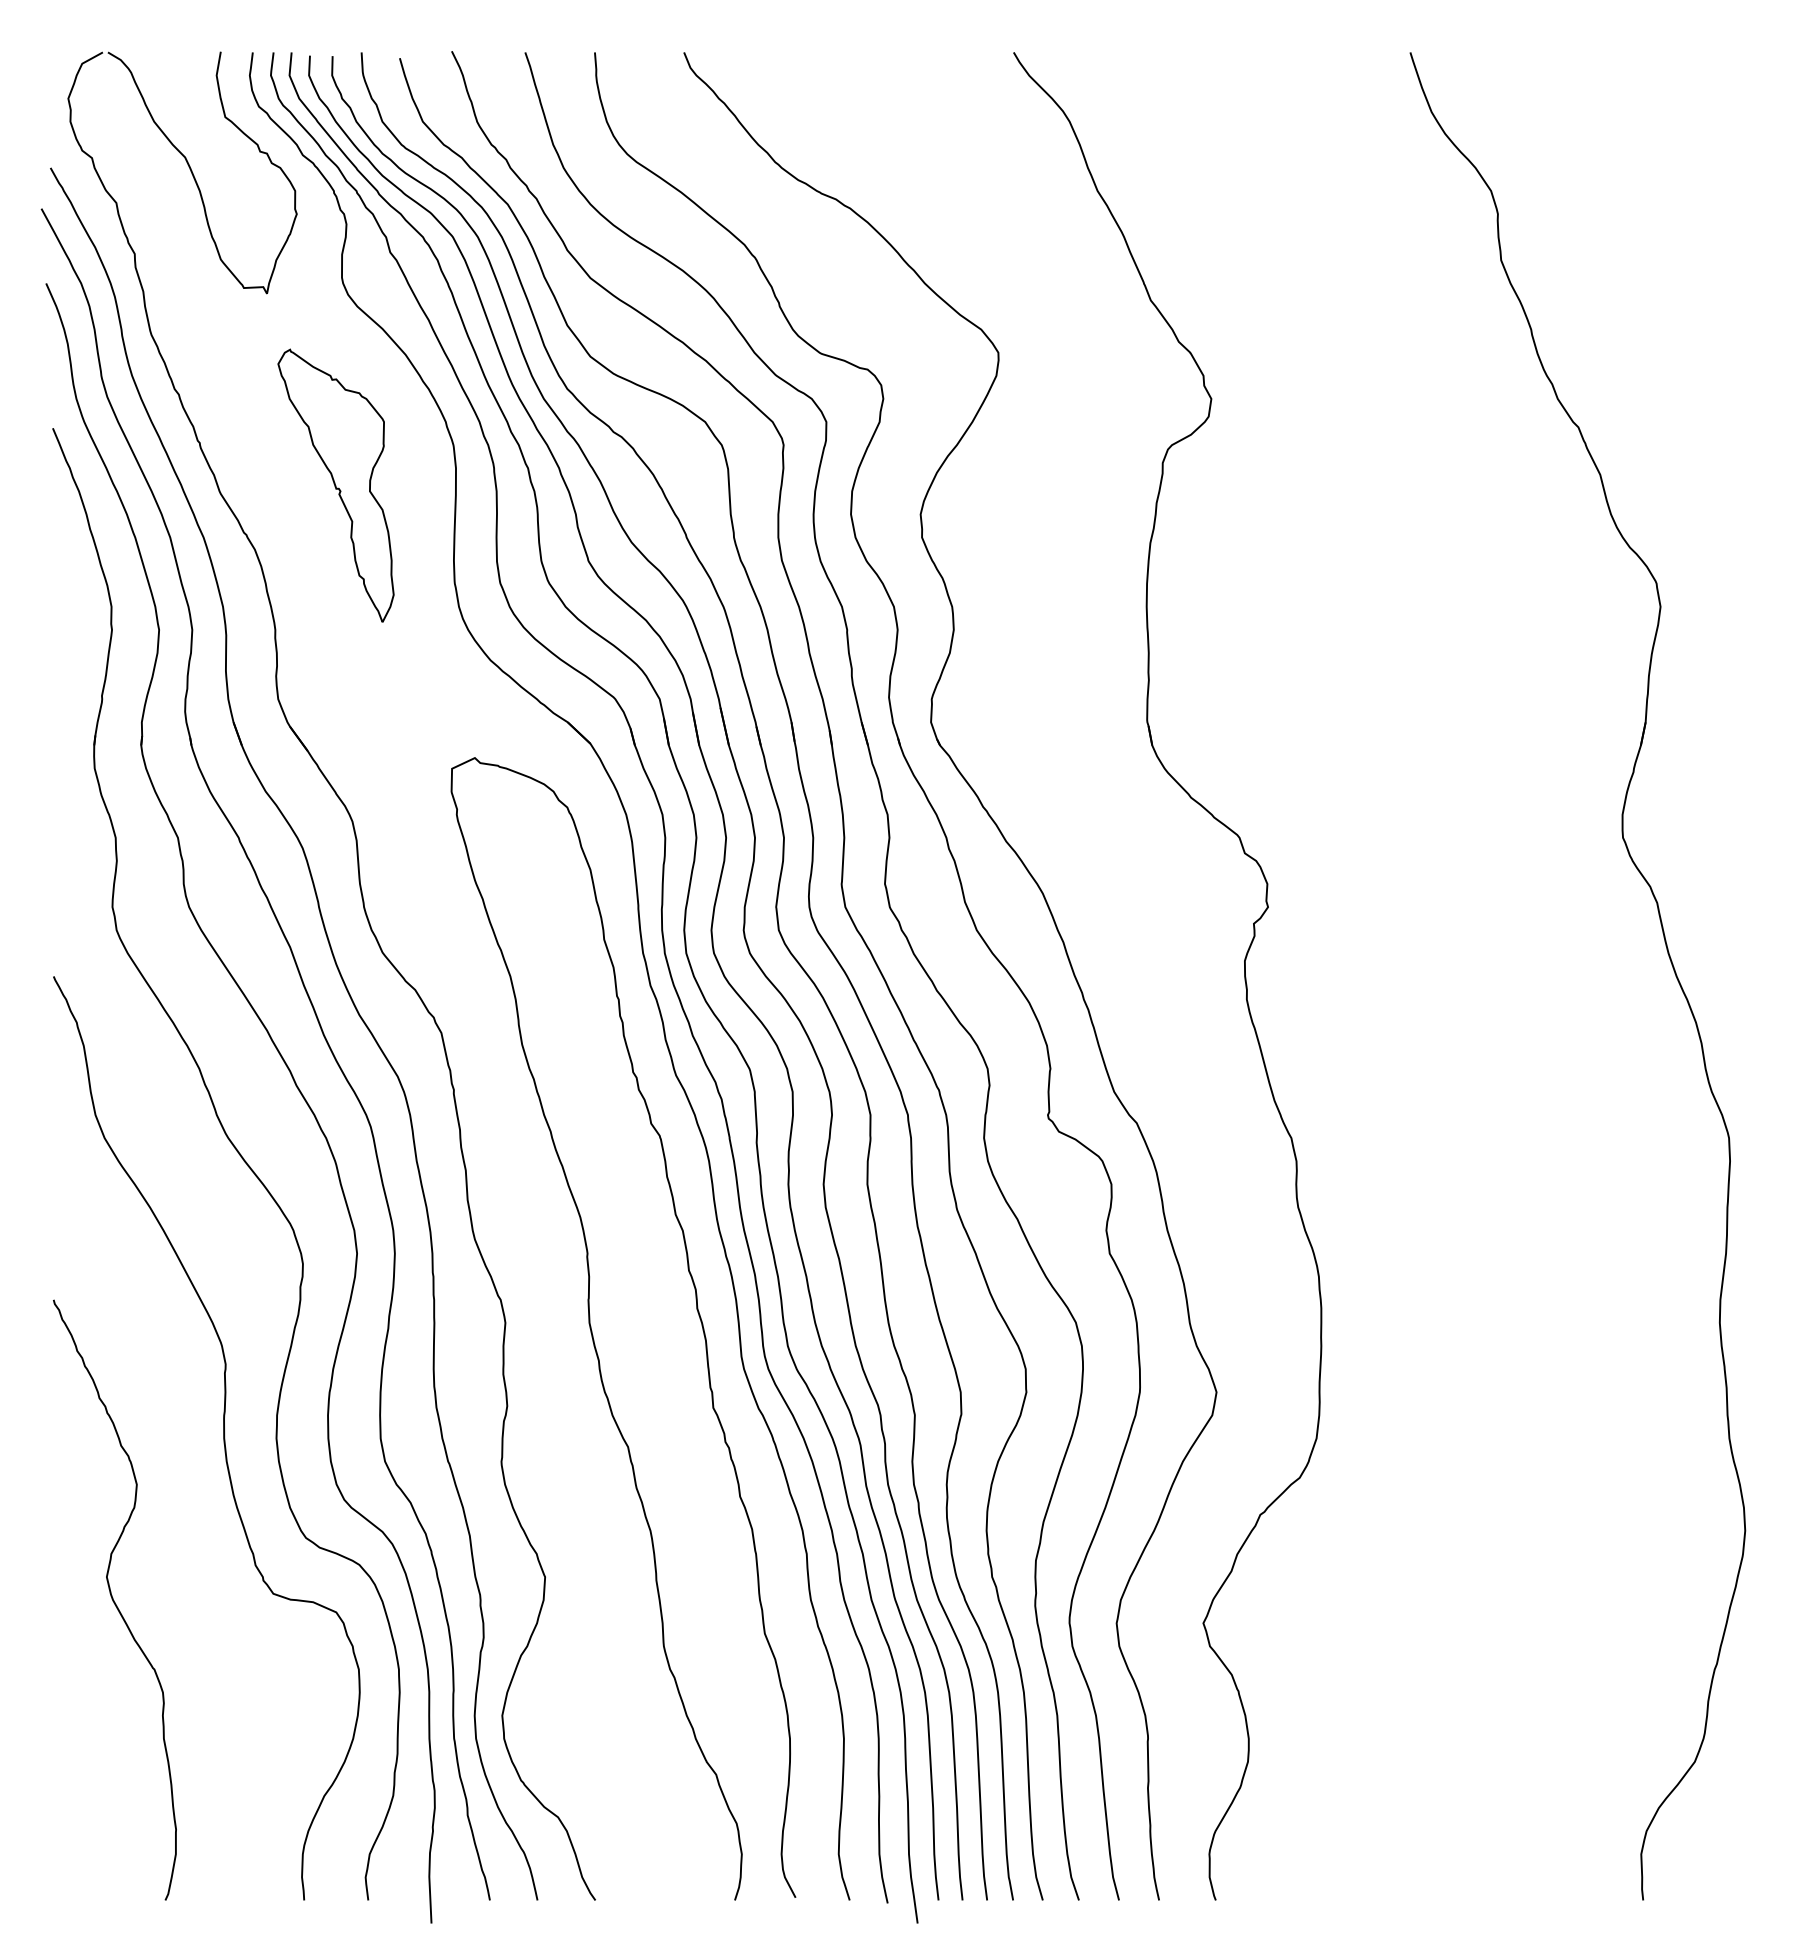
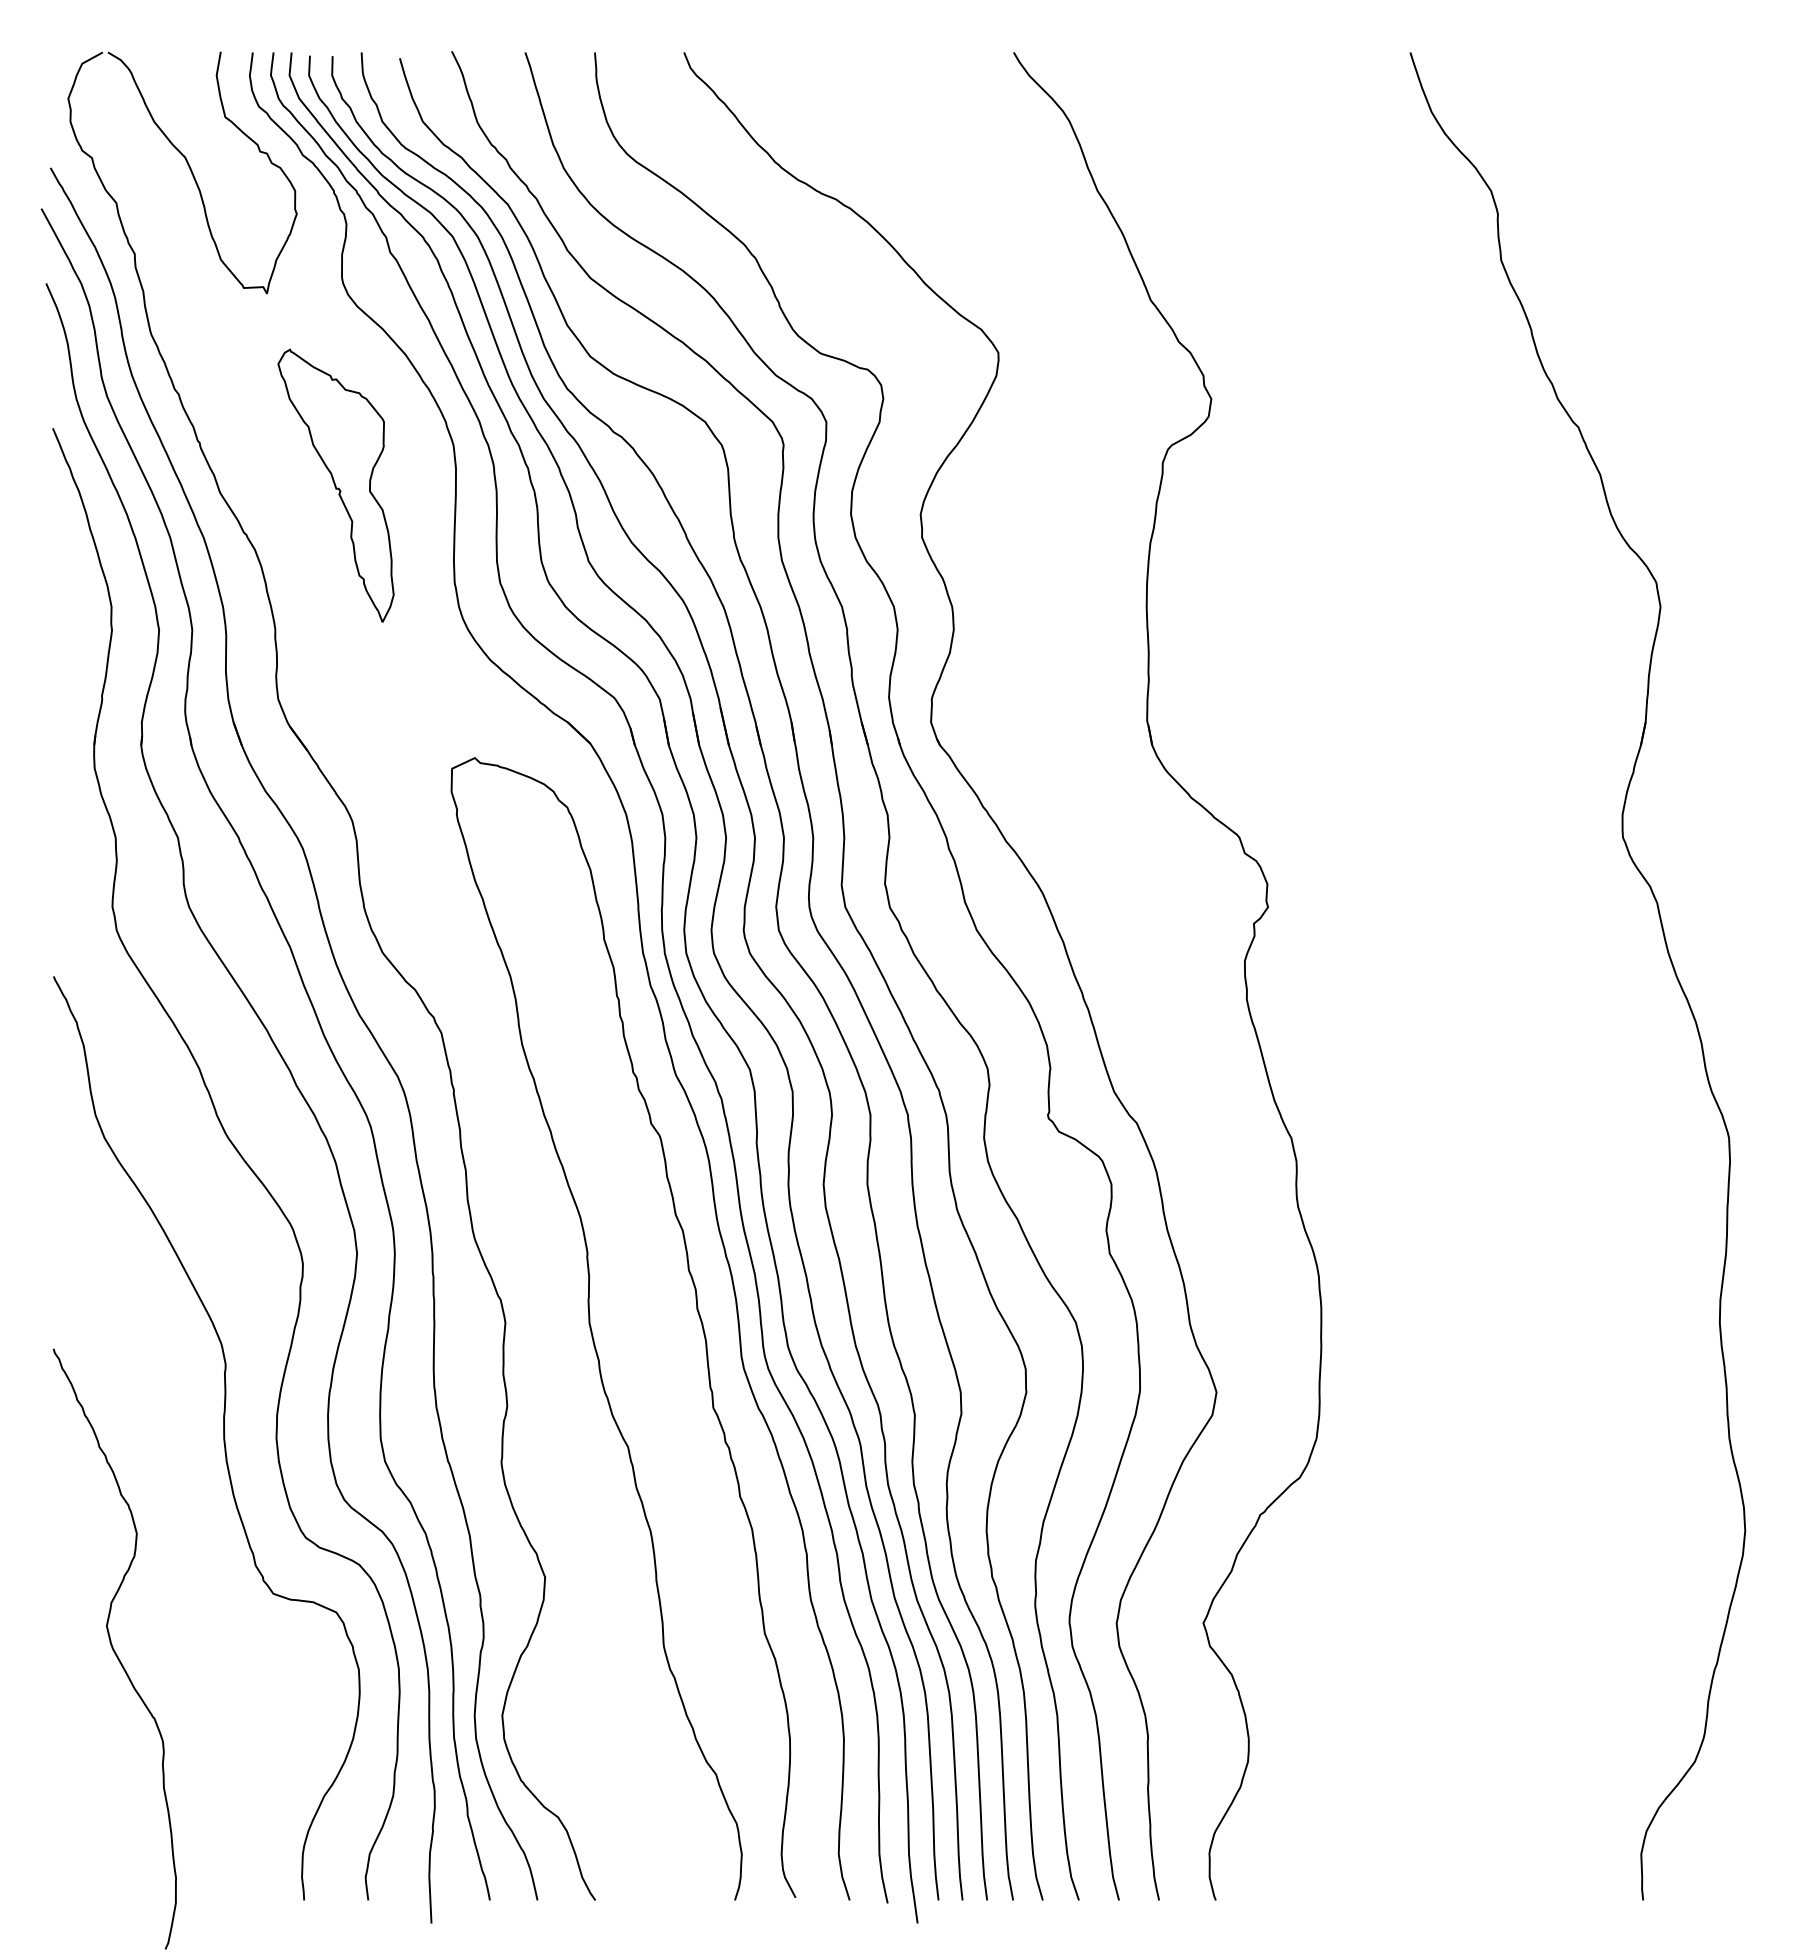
curve at (113, 1599) position: (113, 1599) -> (113, 1648)
